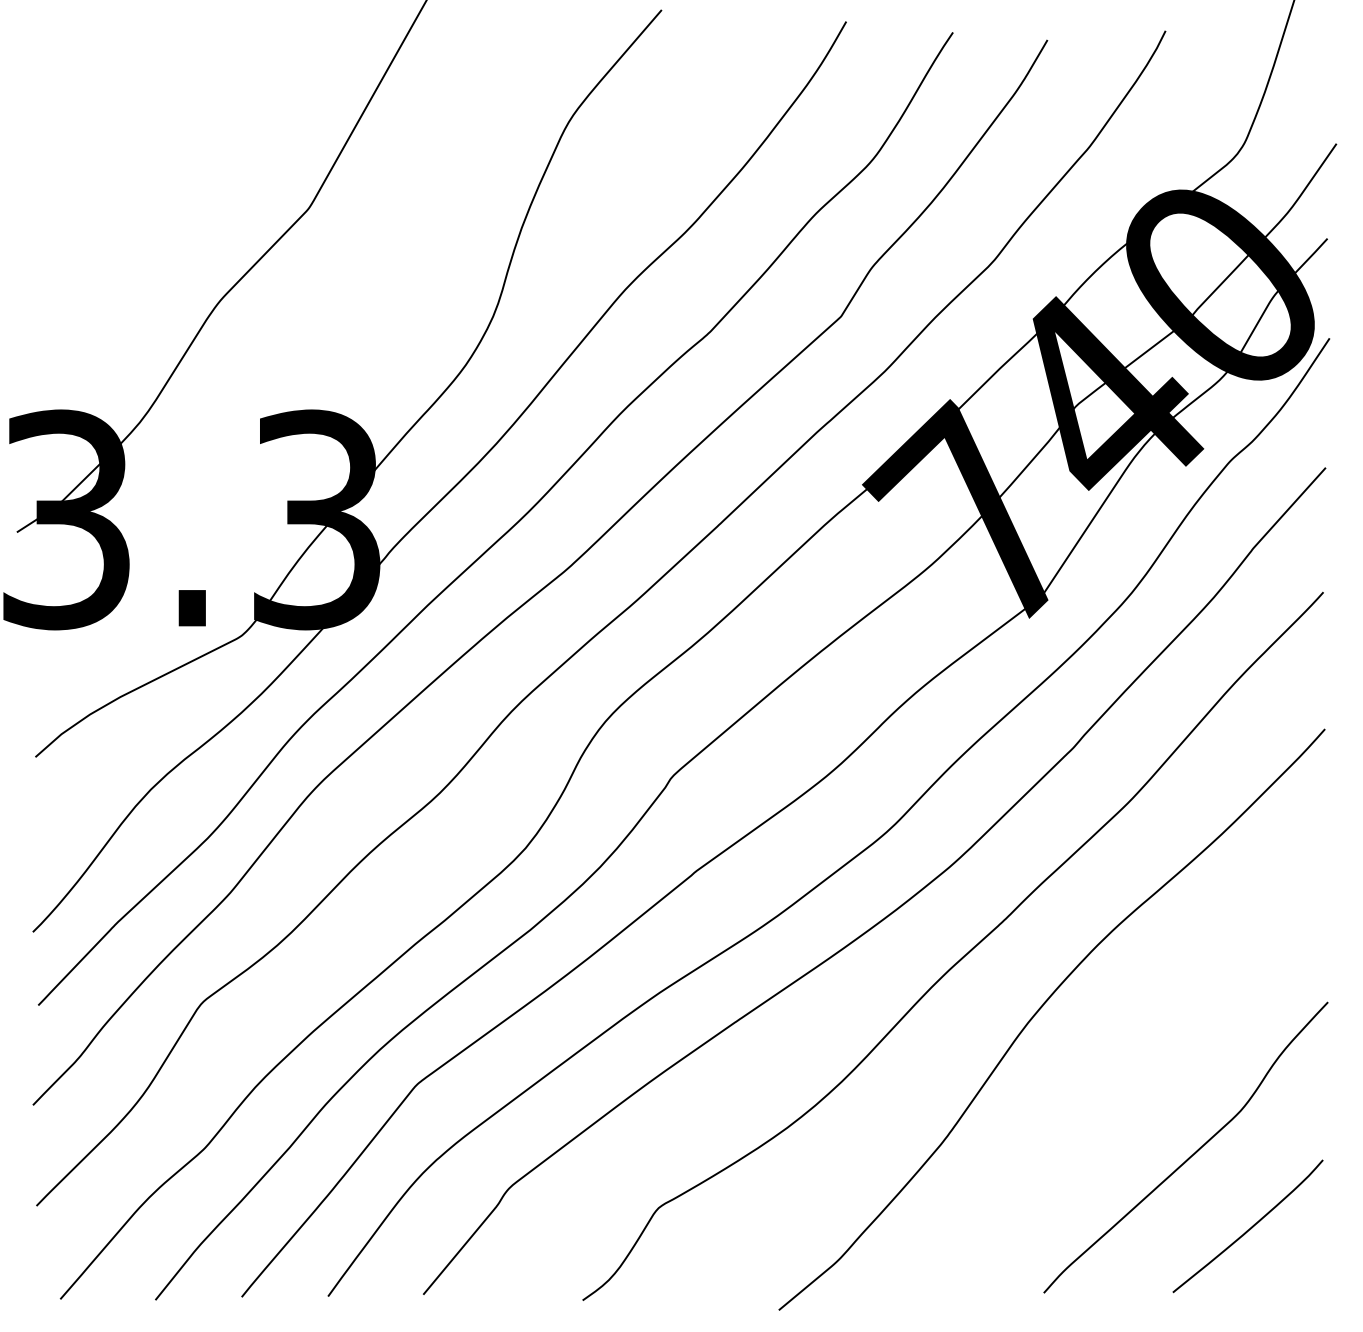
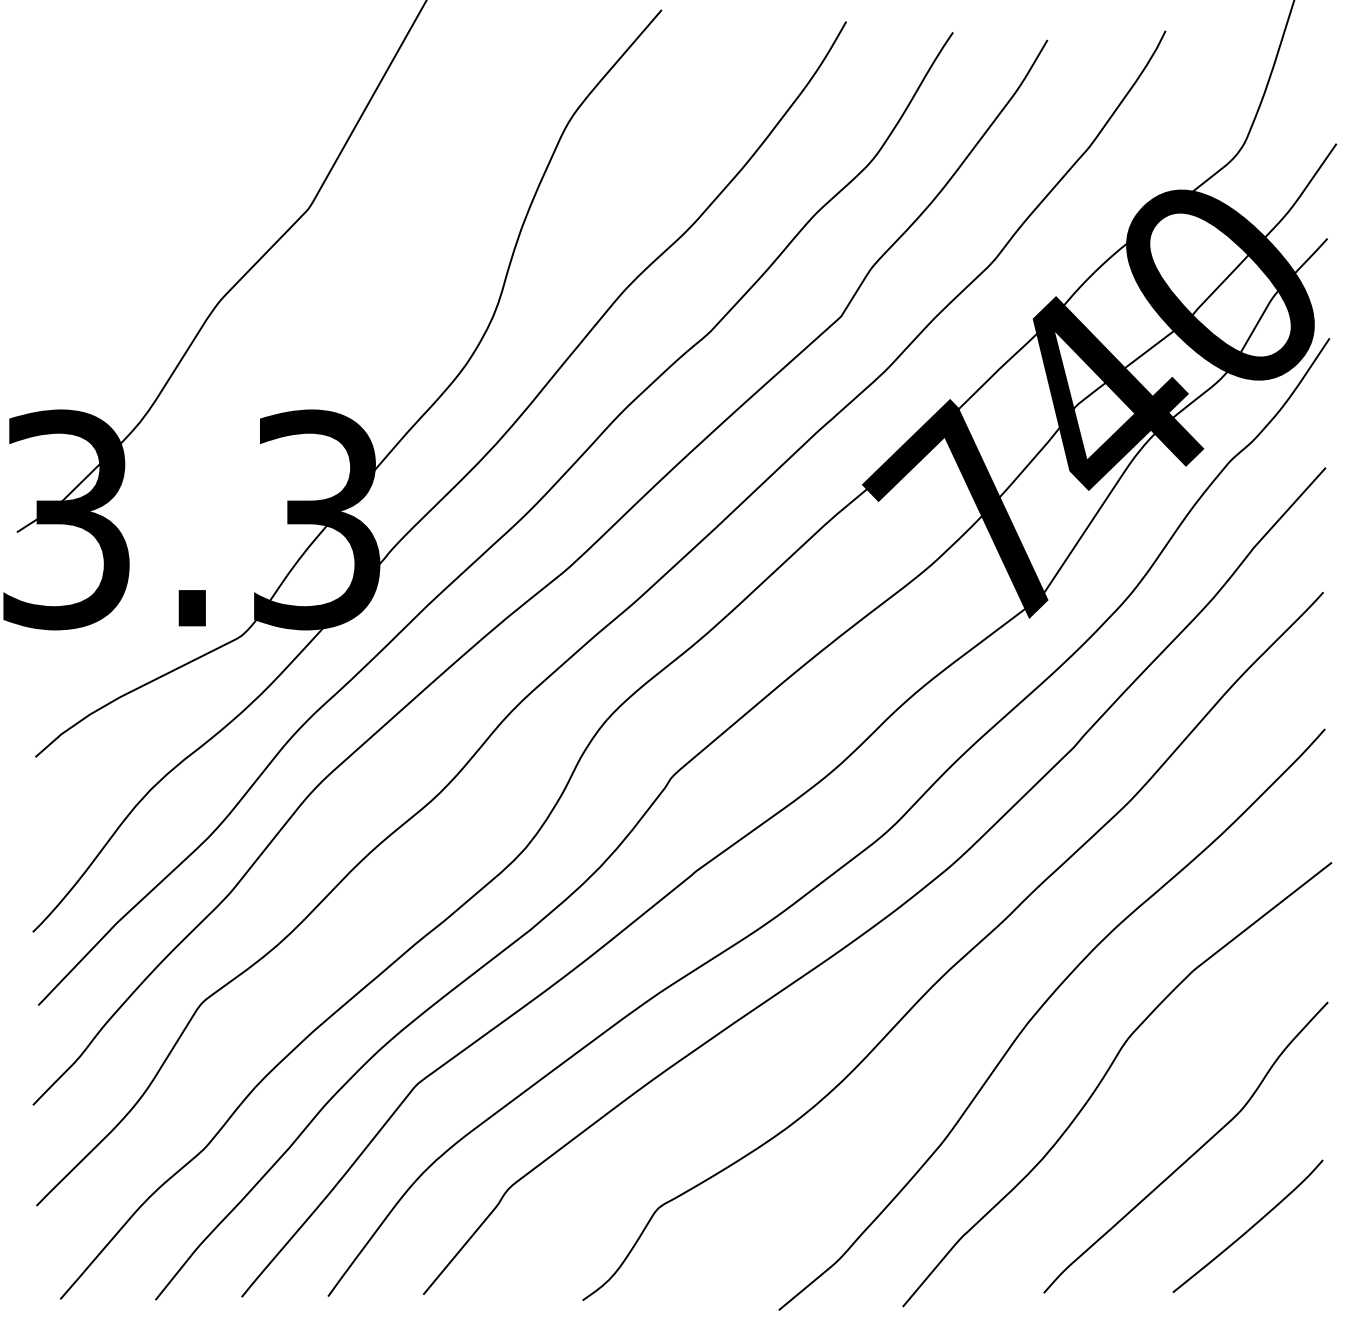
curve at (1105, 1076): none -> present
